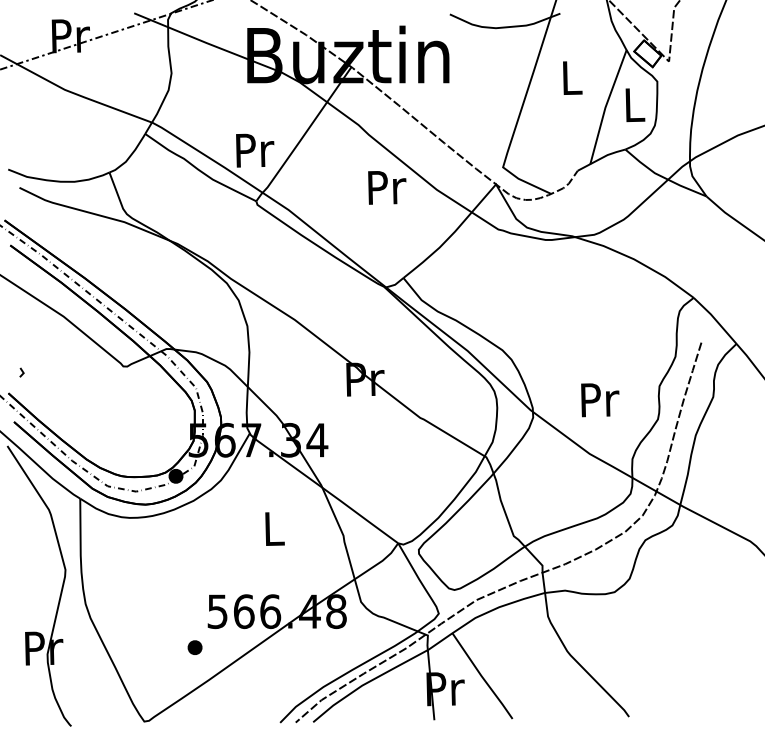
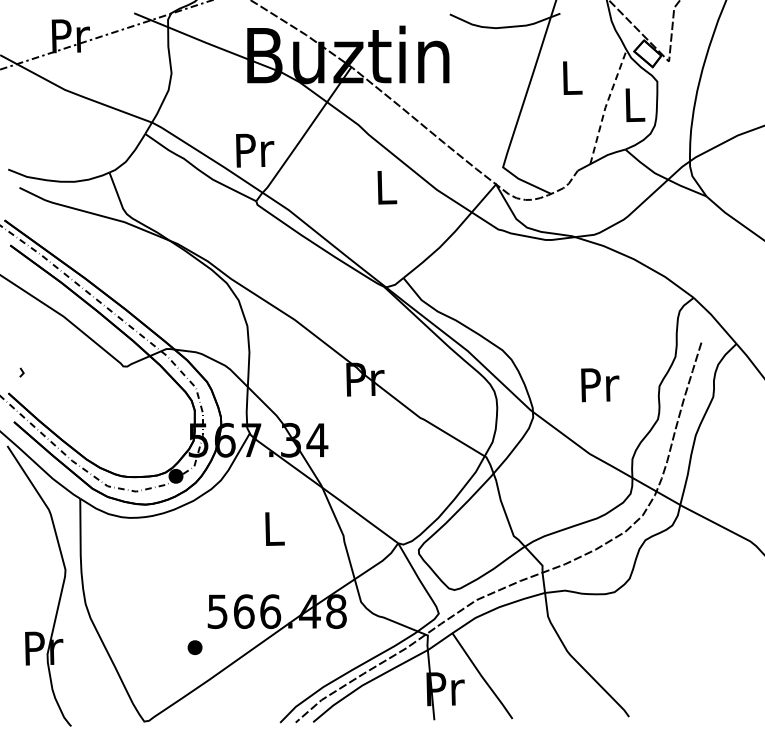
line at (605, 106): solid -> dashed
text at (387, 187): Pr -> L
text at (600, 400) position: (600, 400) -> (600, 385)
